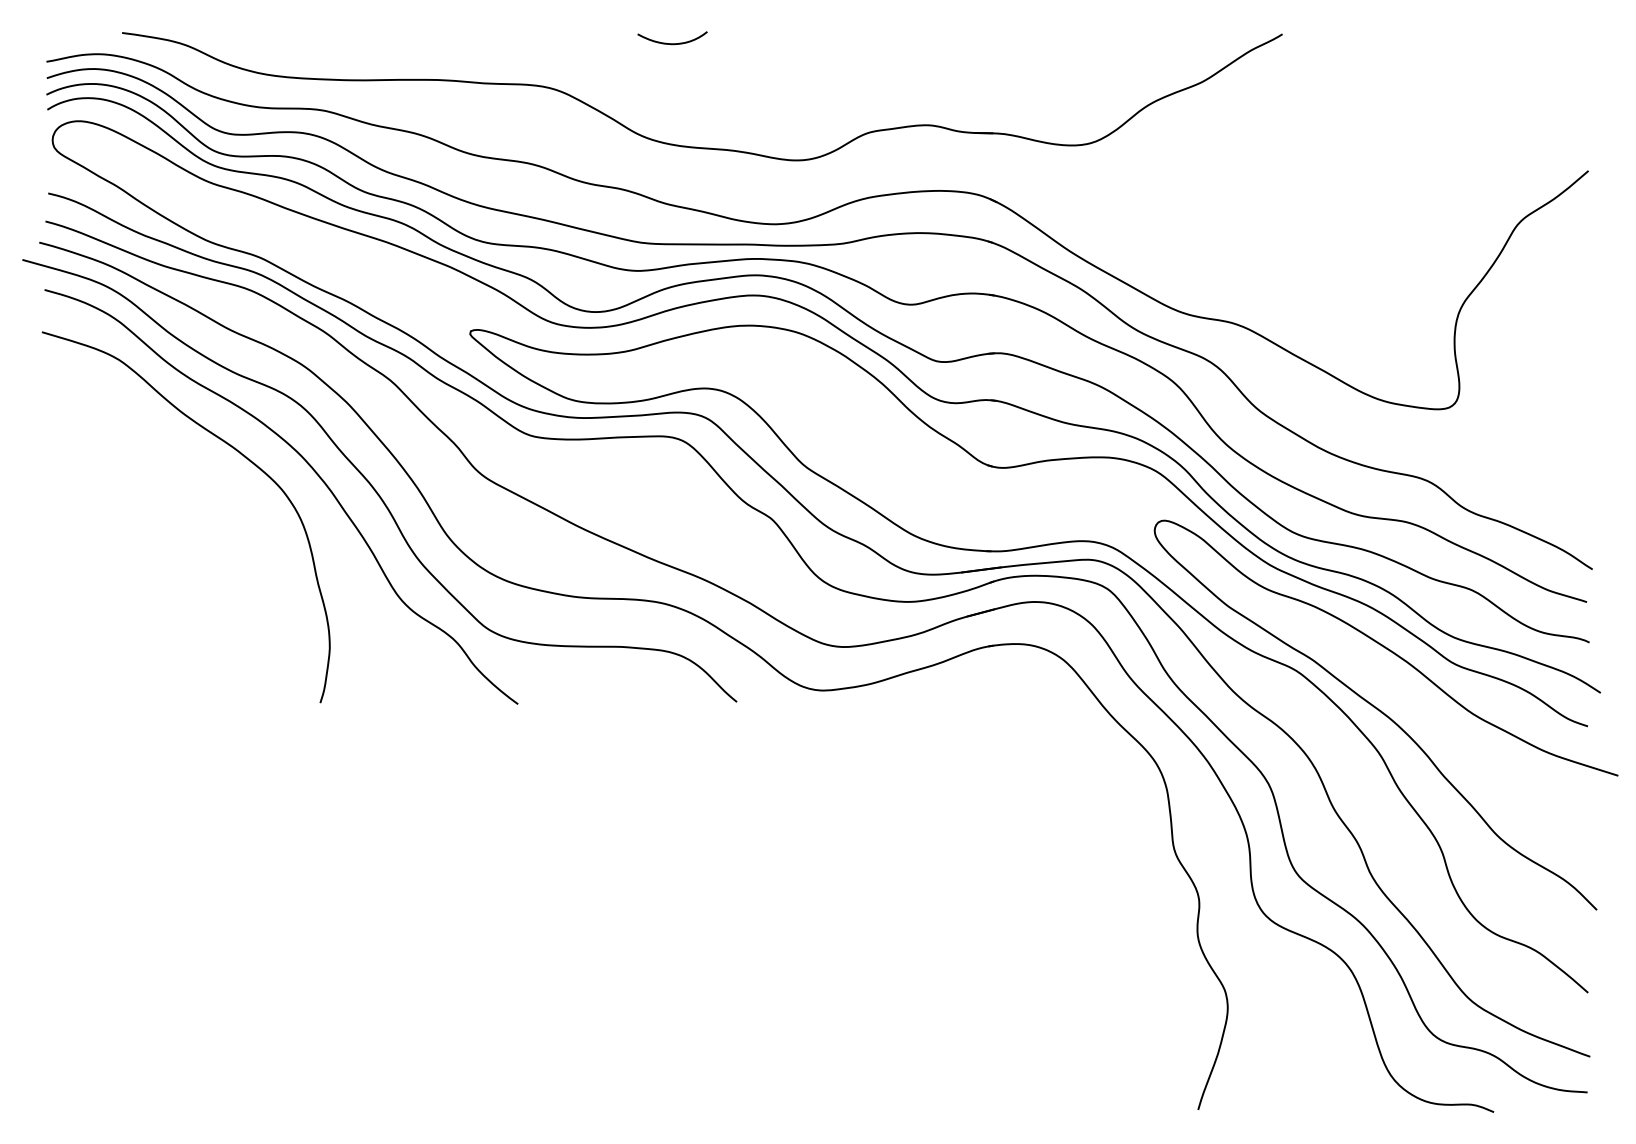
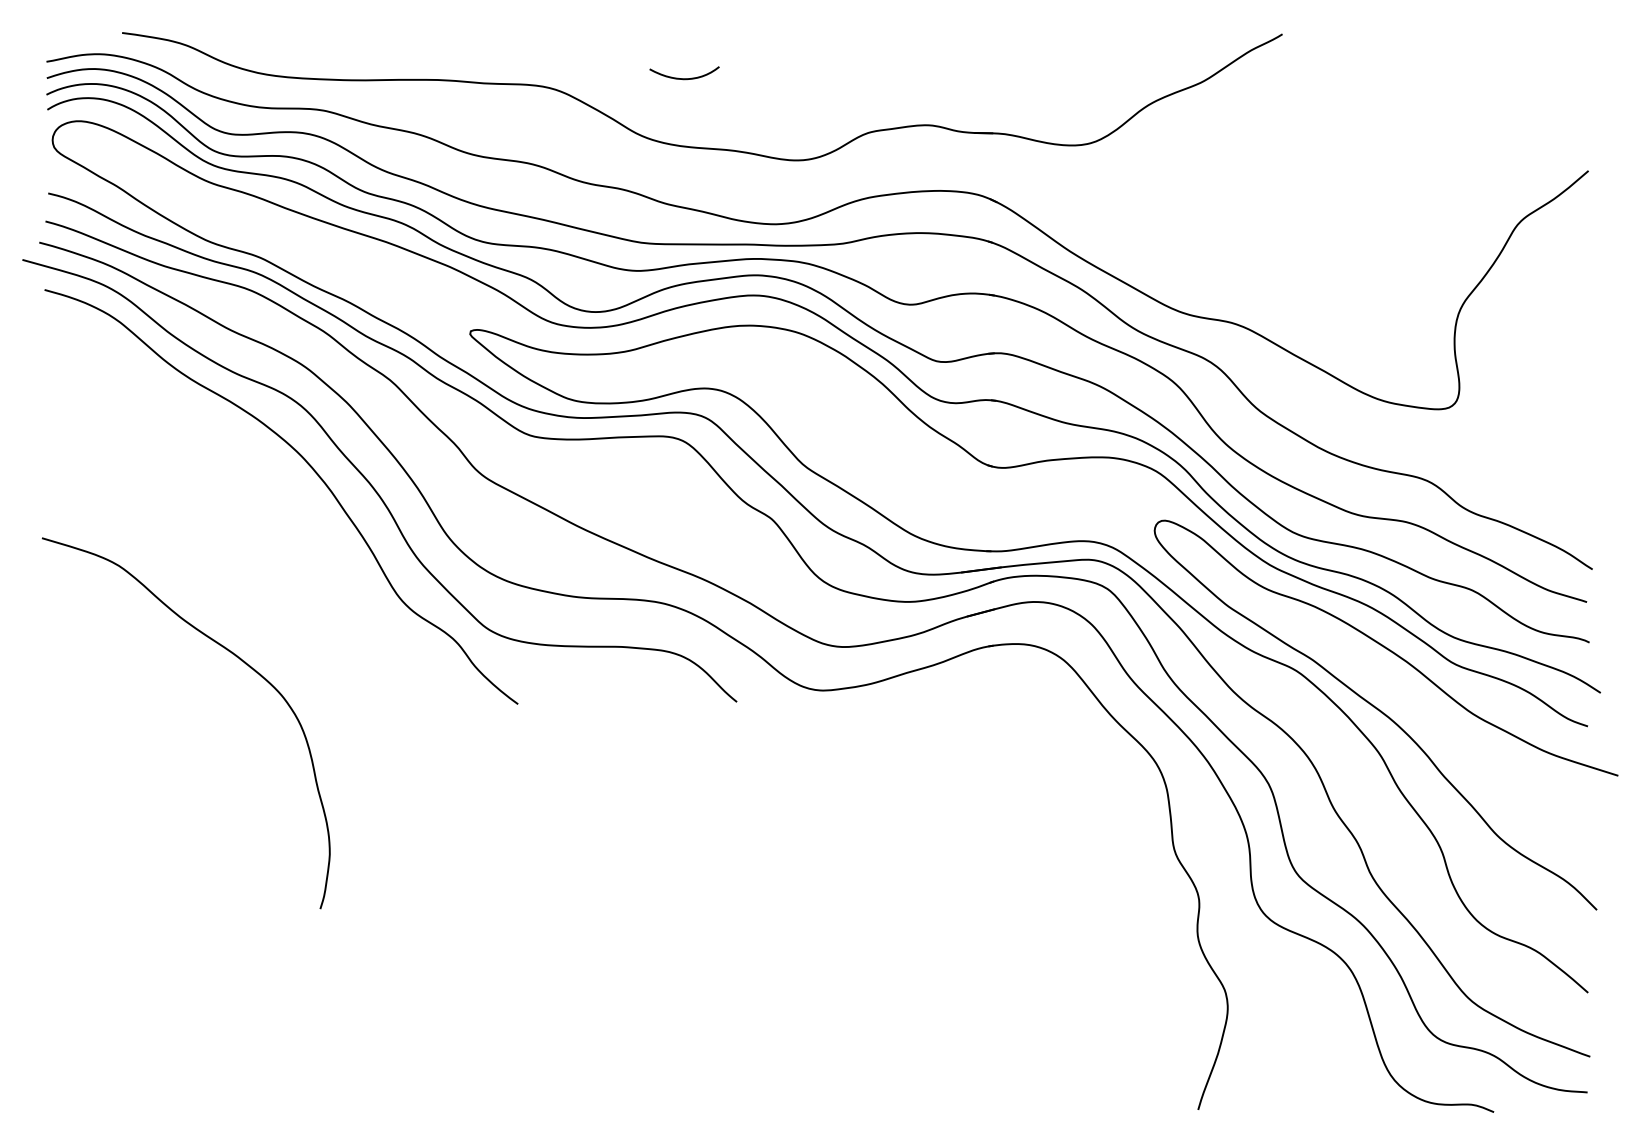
curve at (672, 43) position: (672, 43) -> (684, 78)
curve at (236, 451) position: (236, 451) -> (236, 657)
